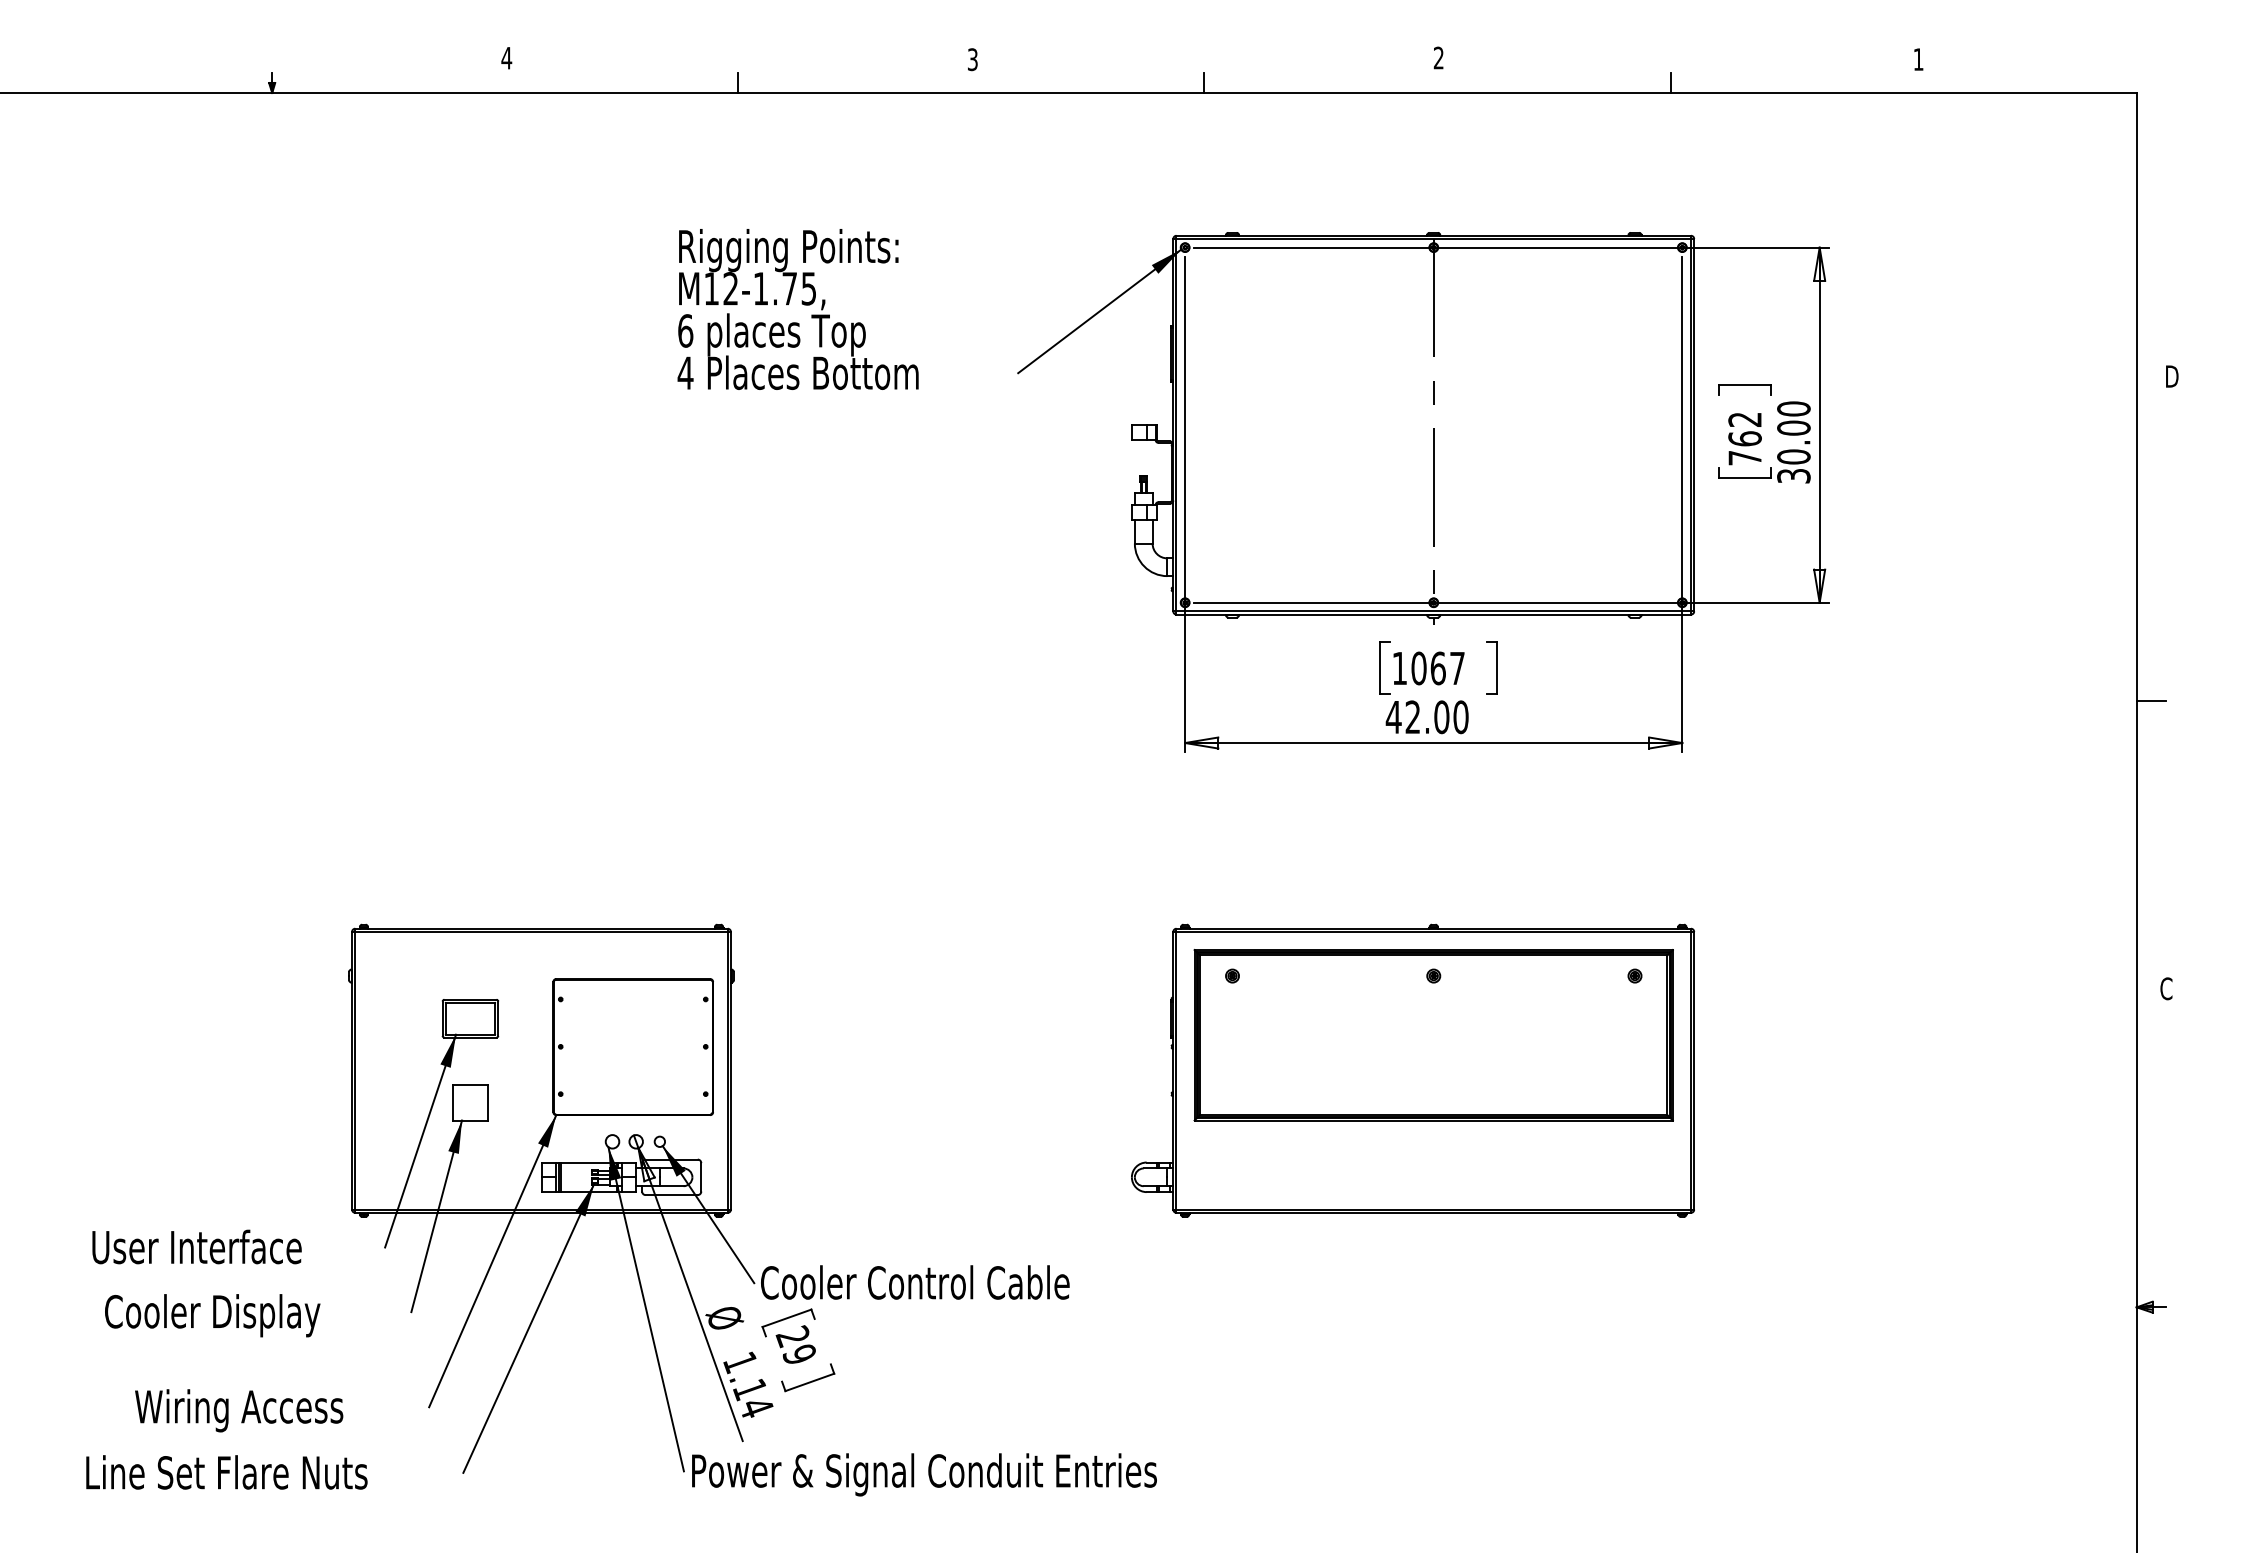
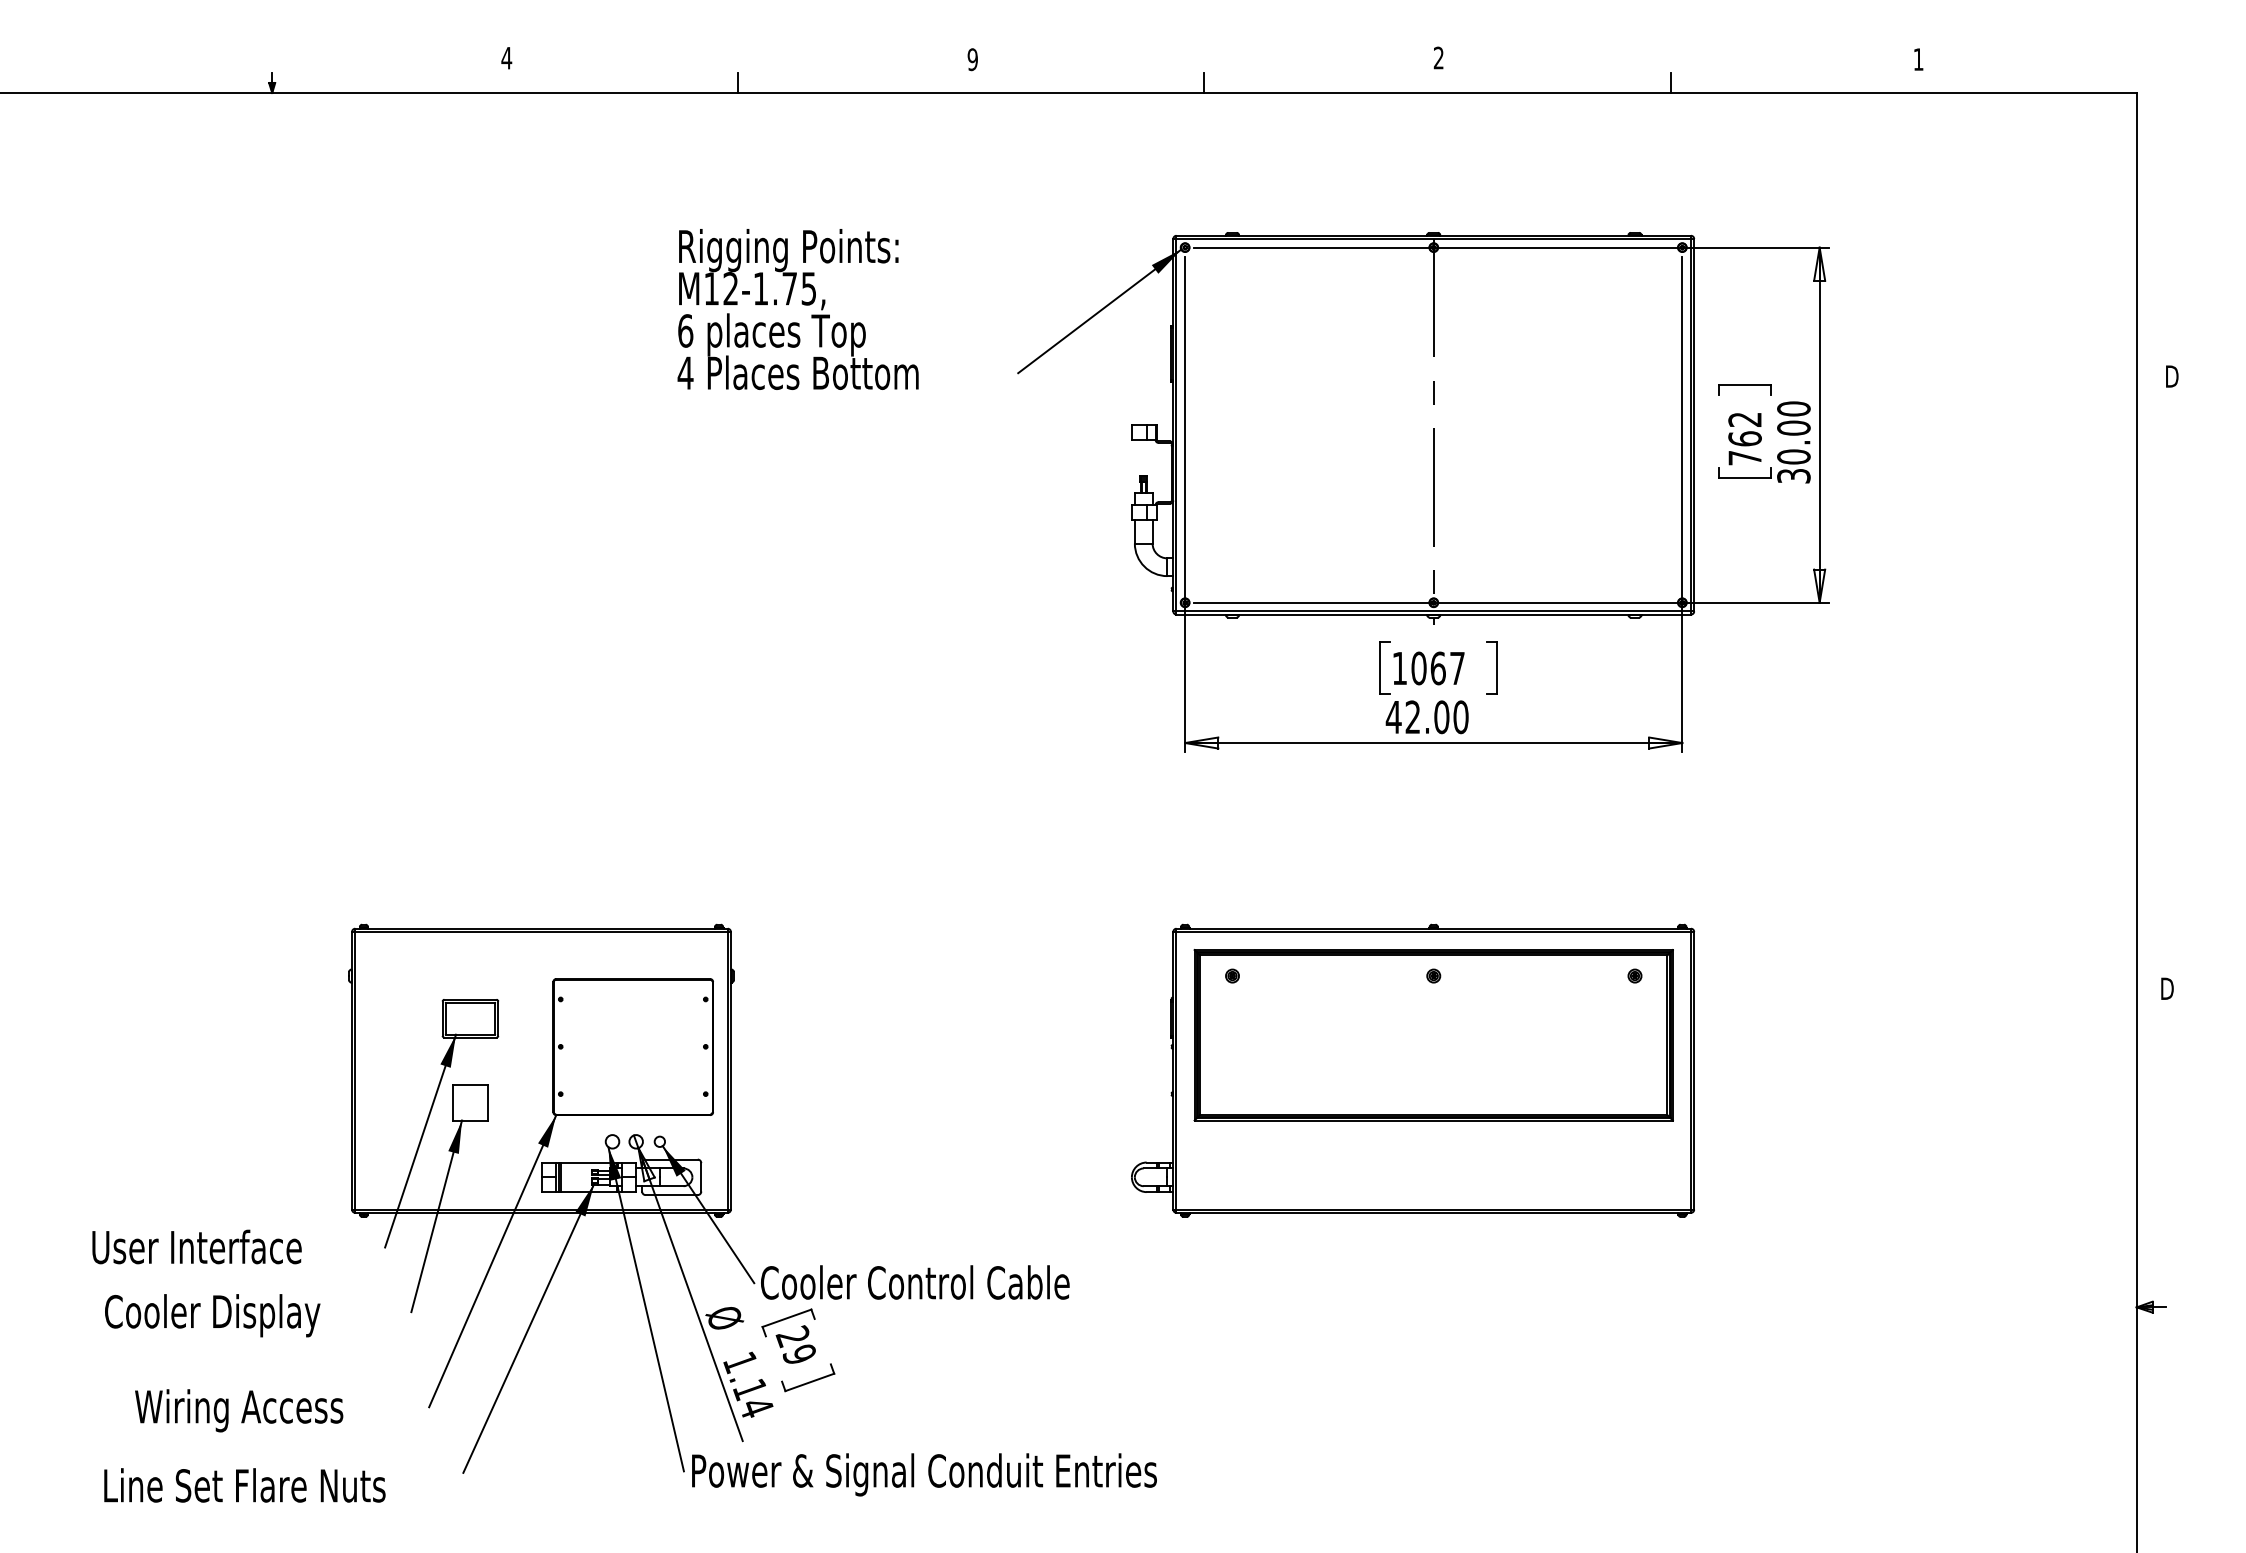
text at (972, 59): 3 -> 9
line at (2151, 700): present -> none
text at (2166, 988): C -> D
text at (226, 1472) position: (226, 1472) -> (244, 1485)
